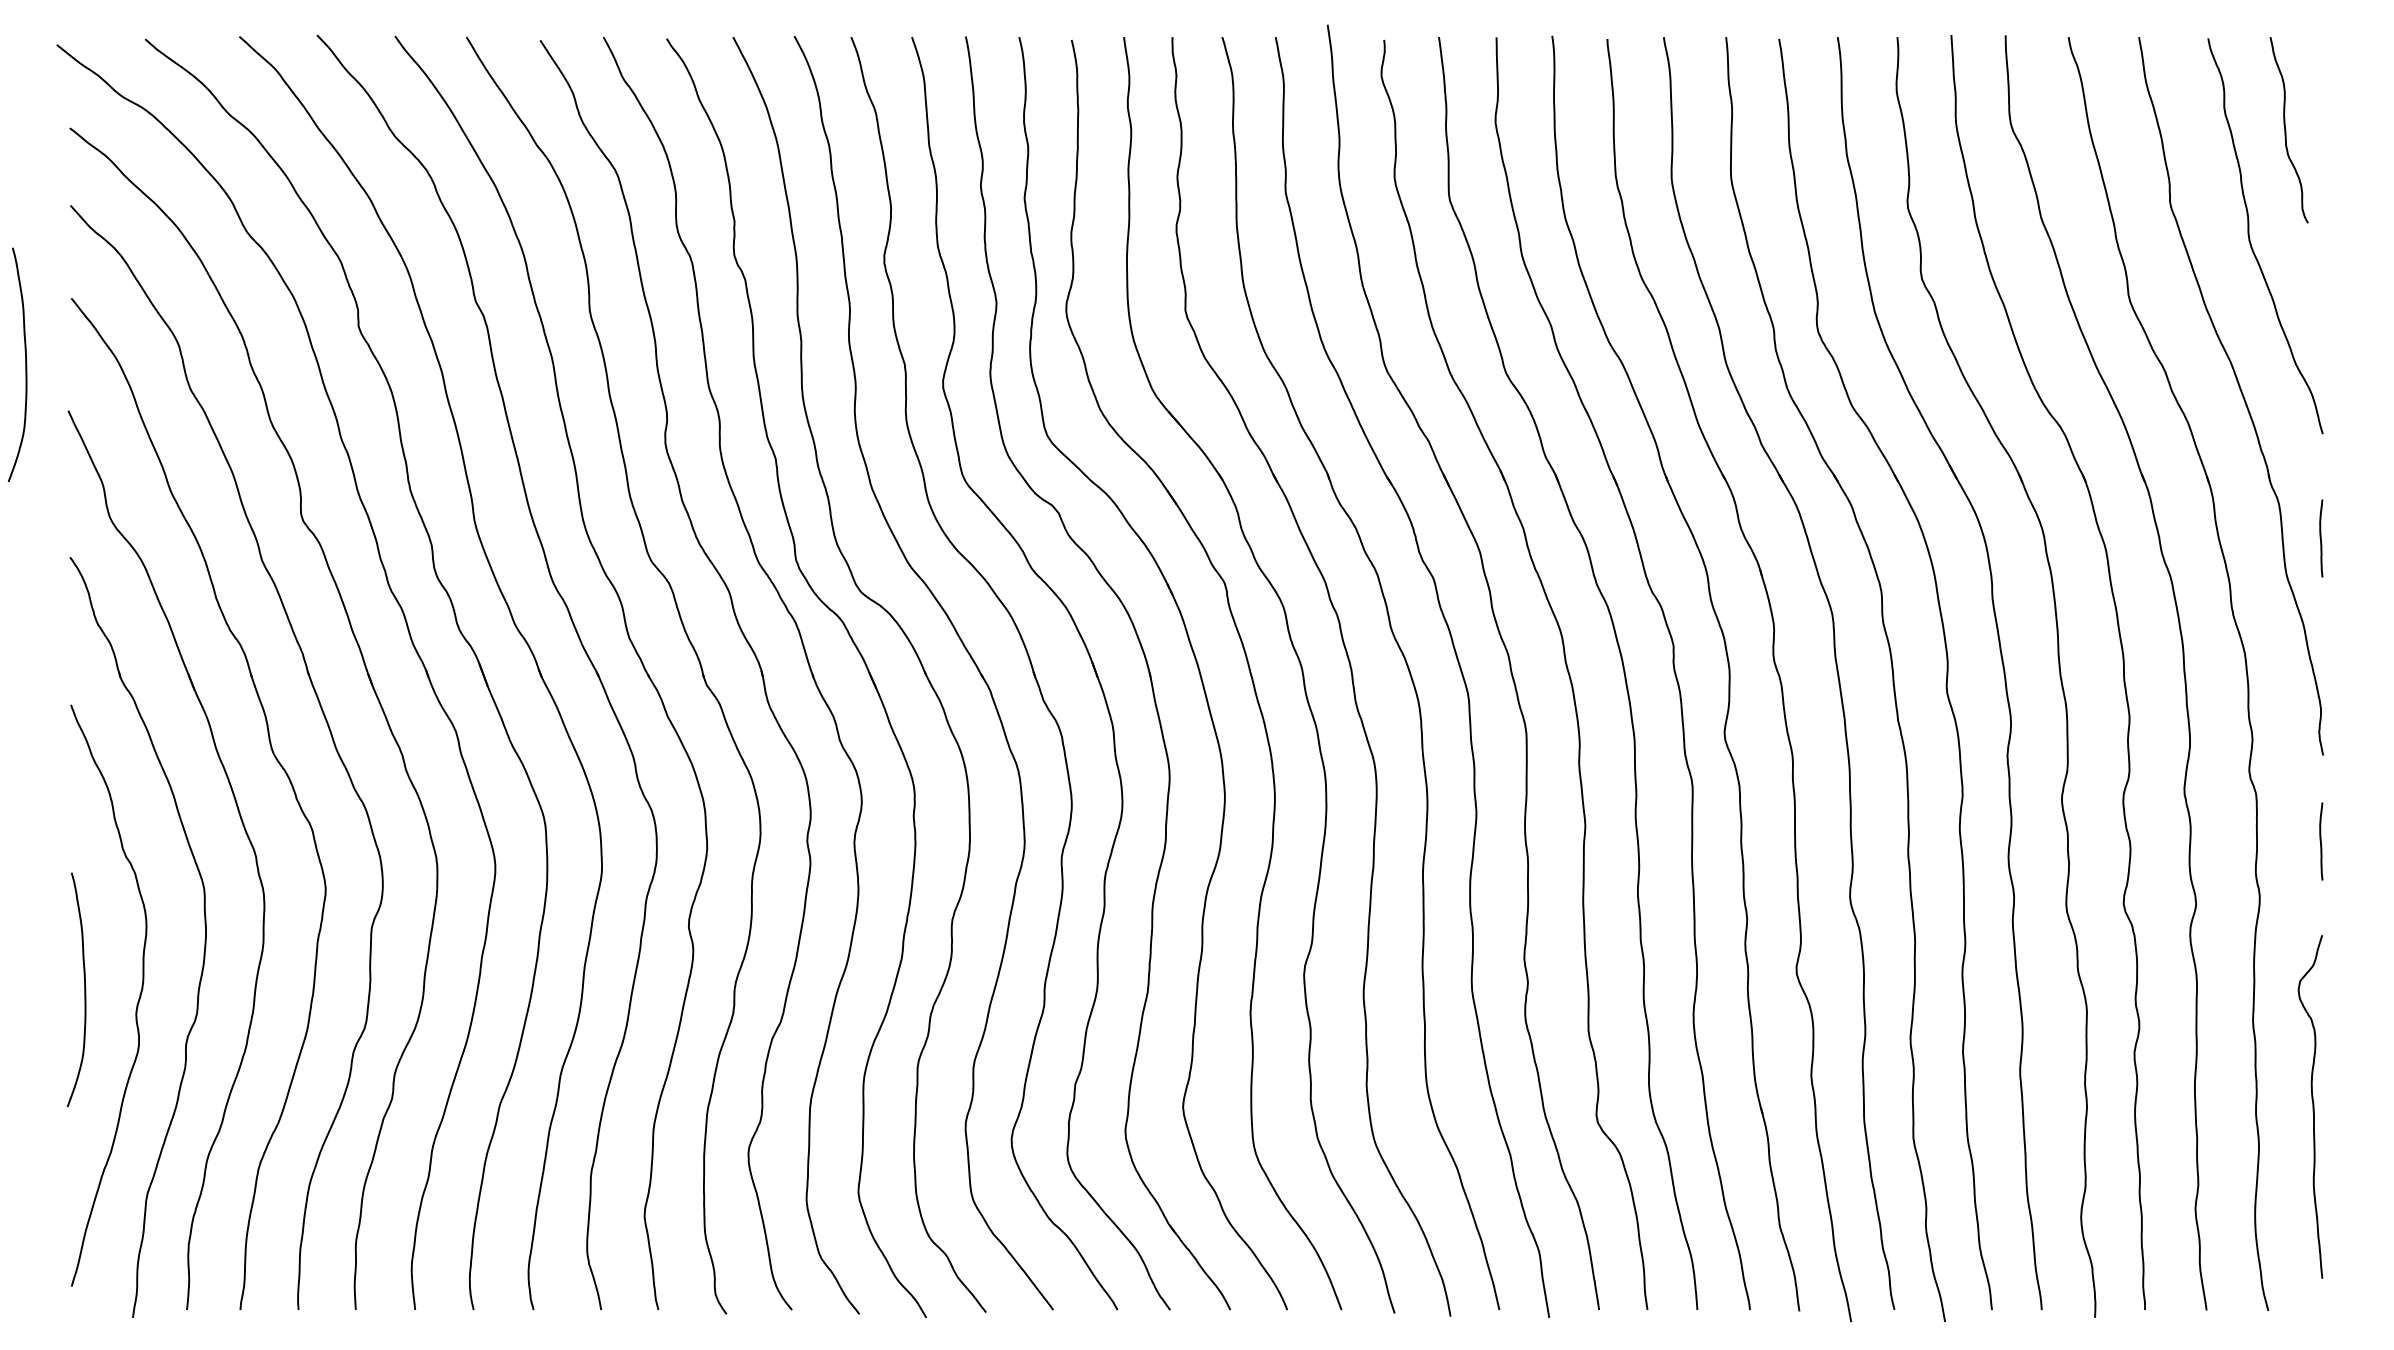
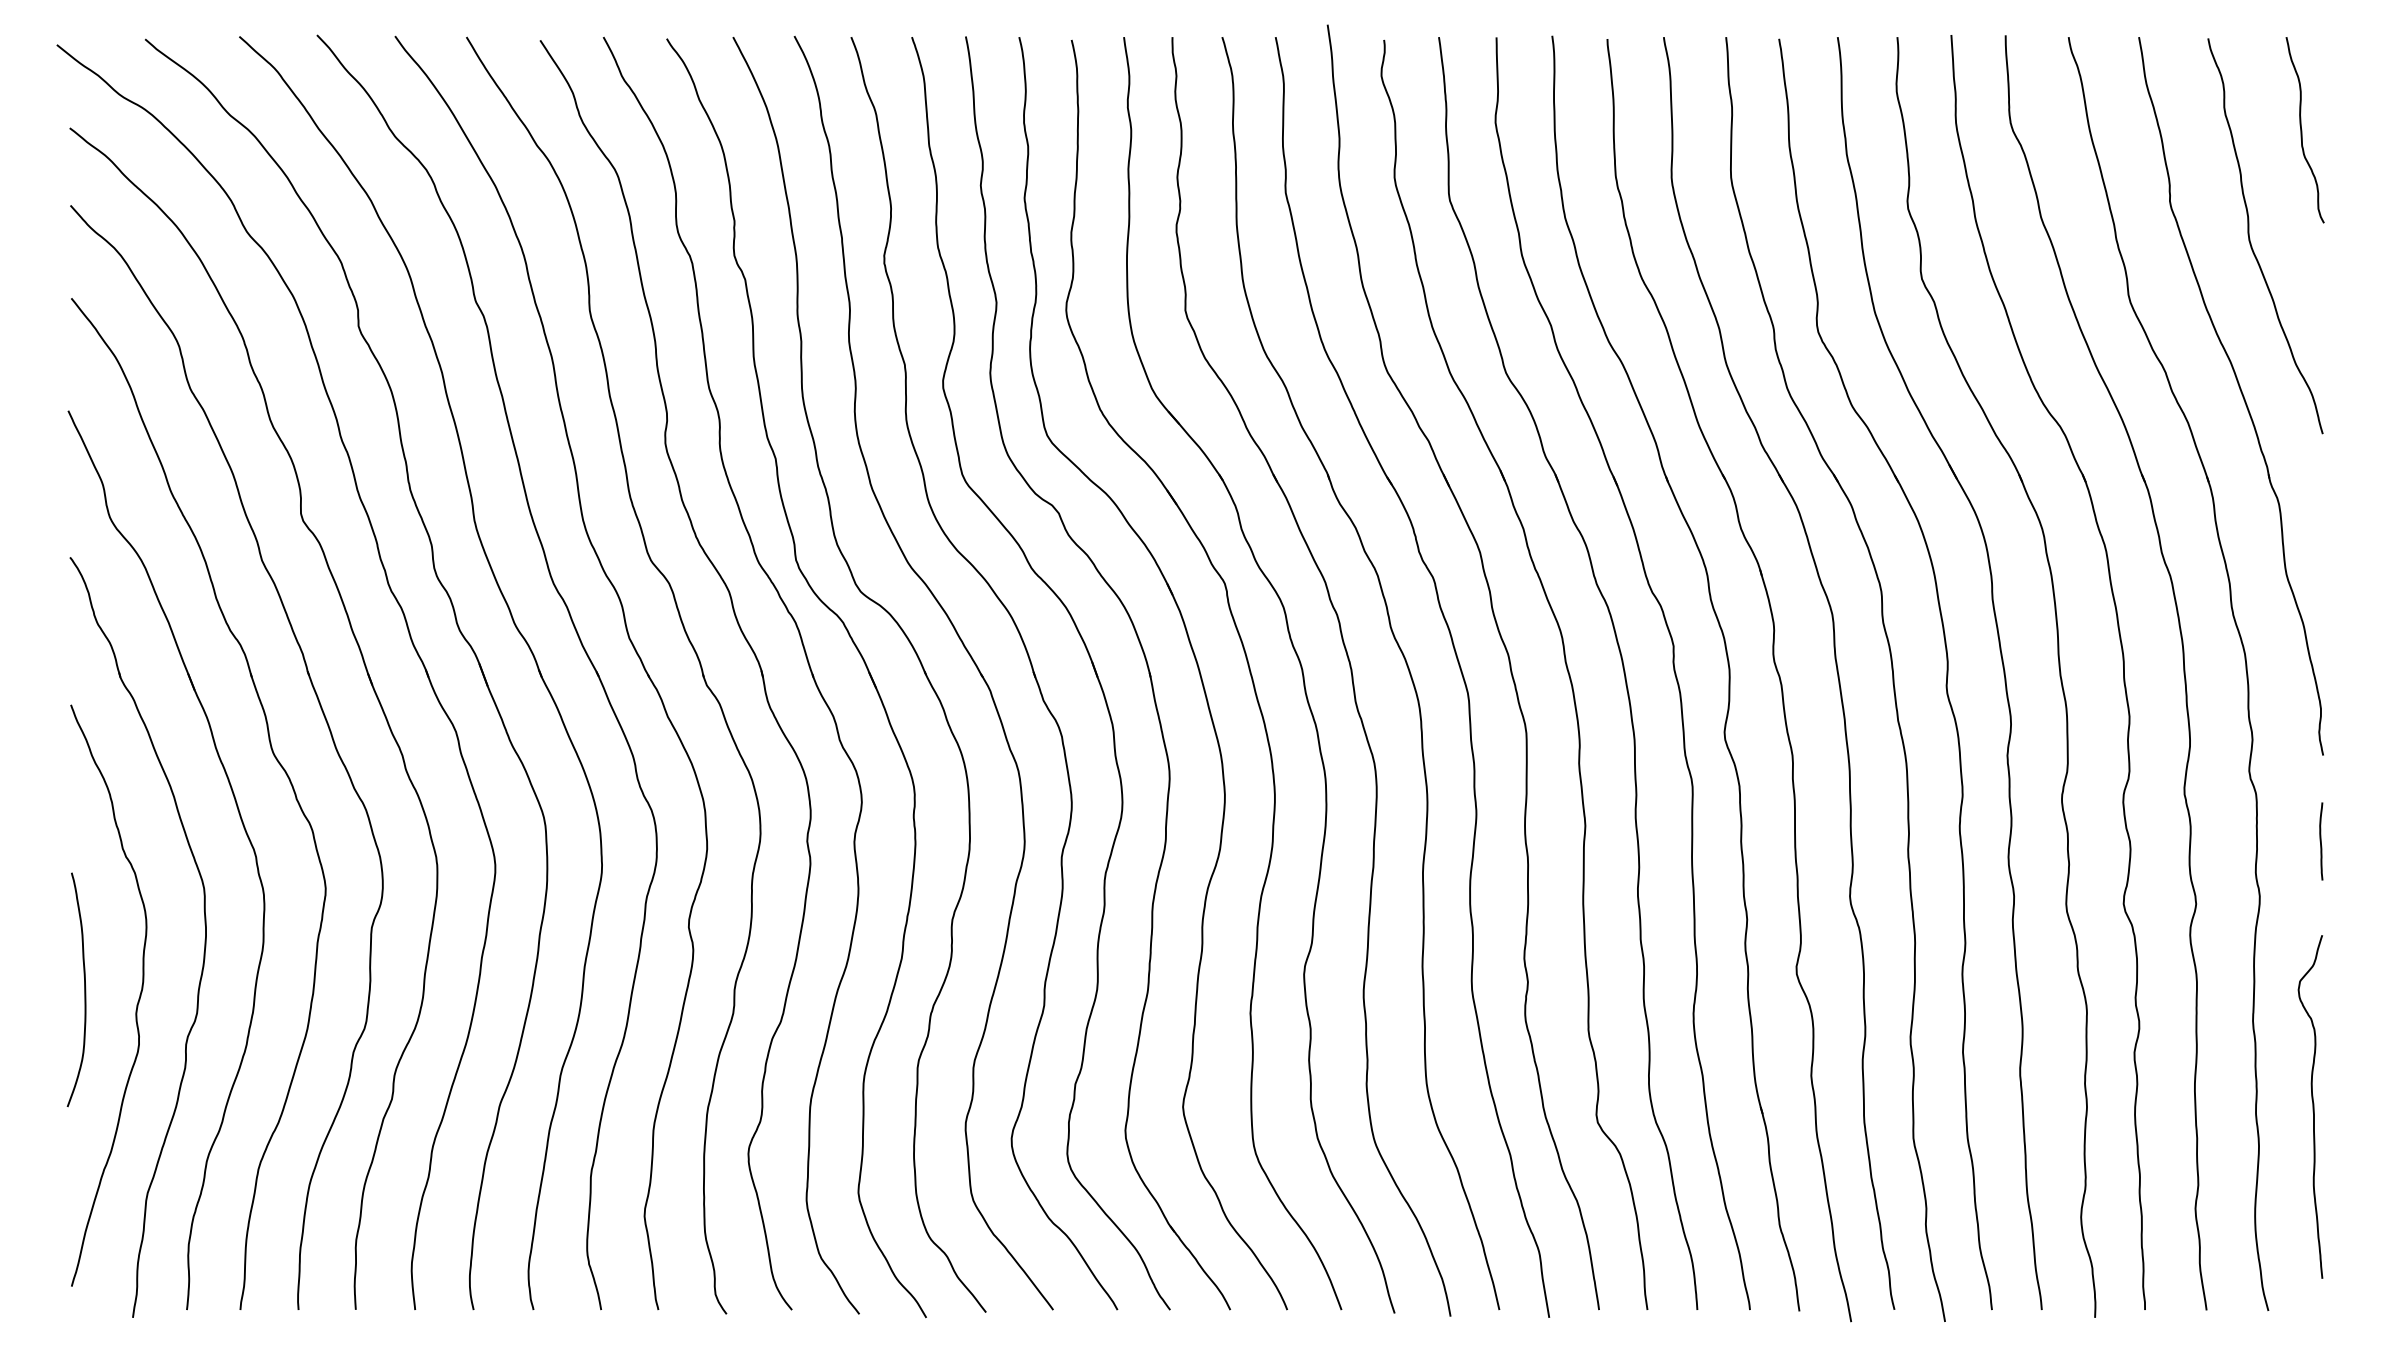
curve at (2286, 130) position: (2286, 130) -> (2302, 130)
curve at (25, 364): present -> none
curve at (2321, 538): present -> none
